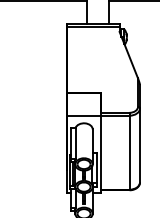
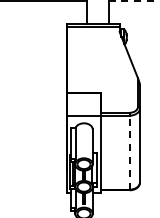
line at (134, 1): solid -> dashed
line at (129, 152): solid -> dashed
